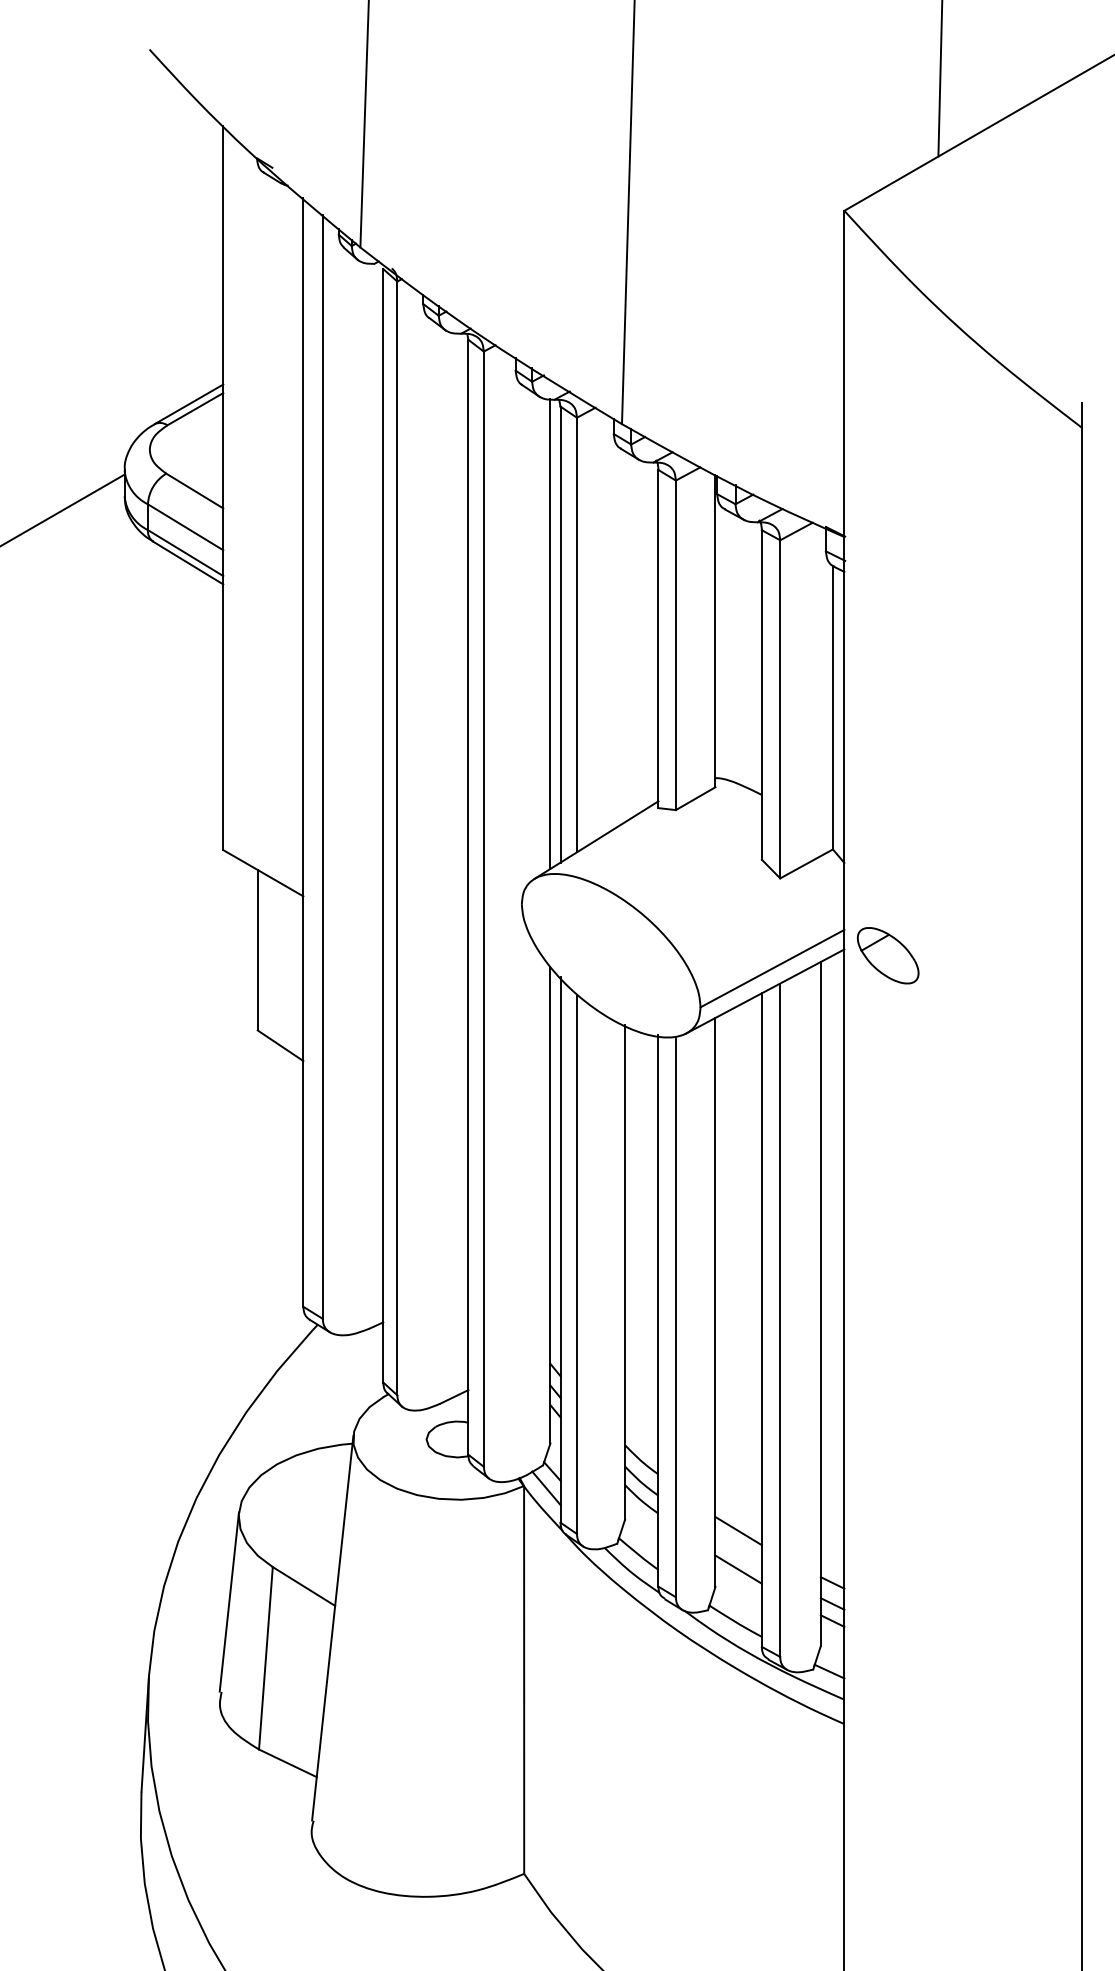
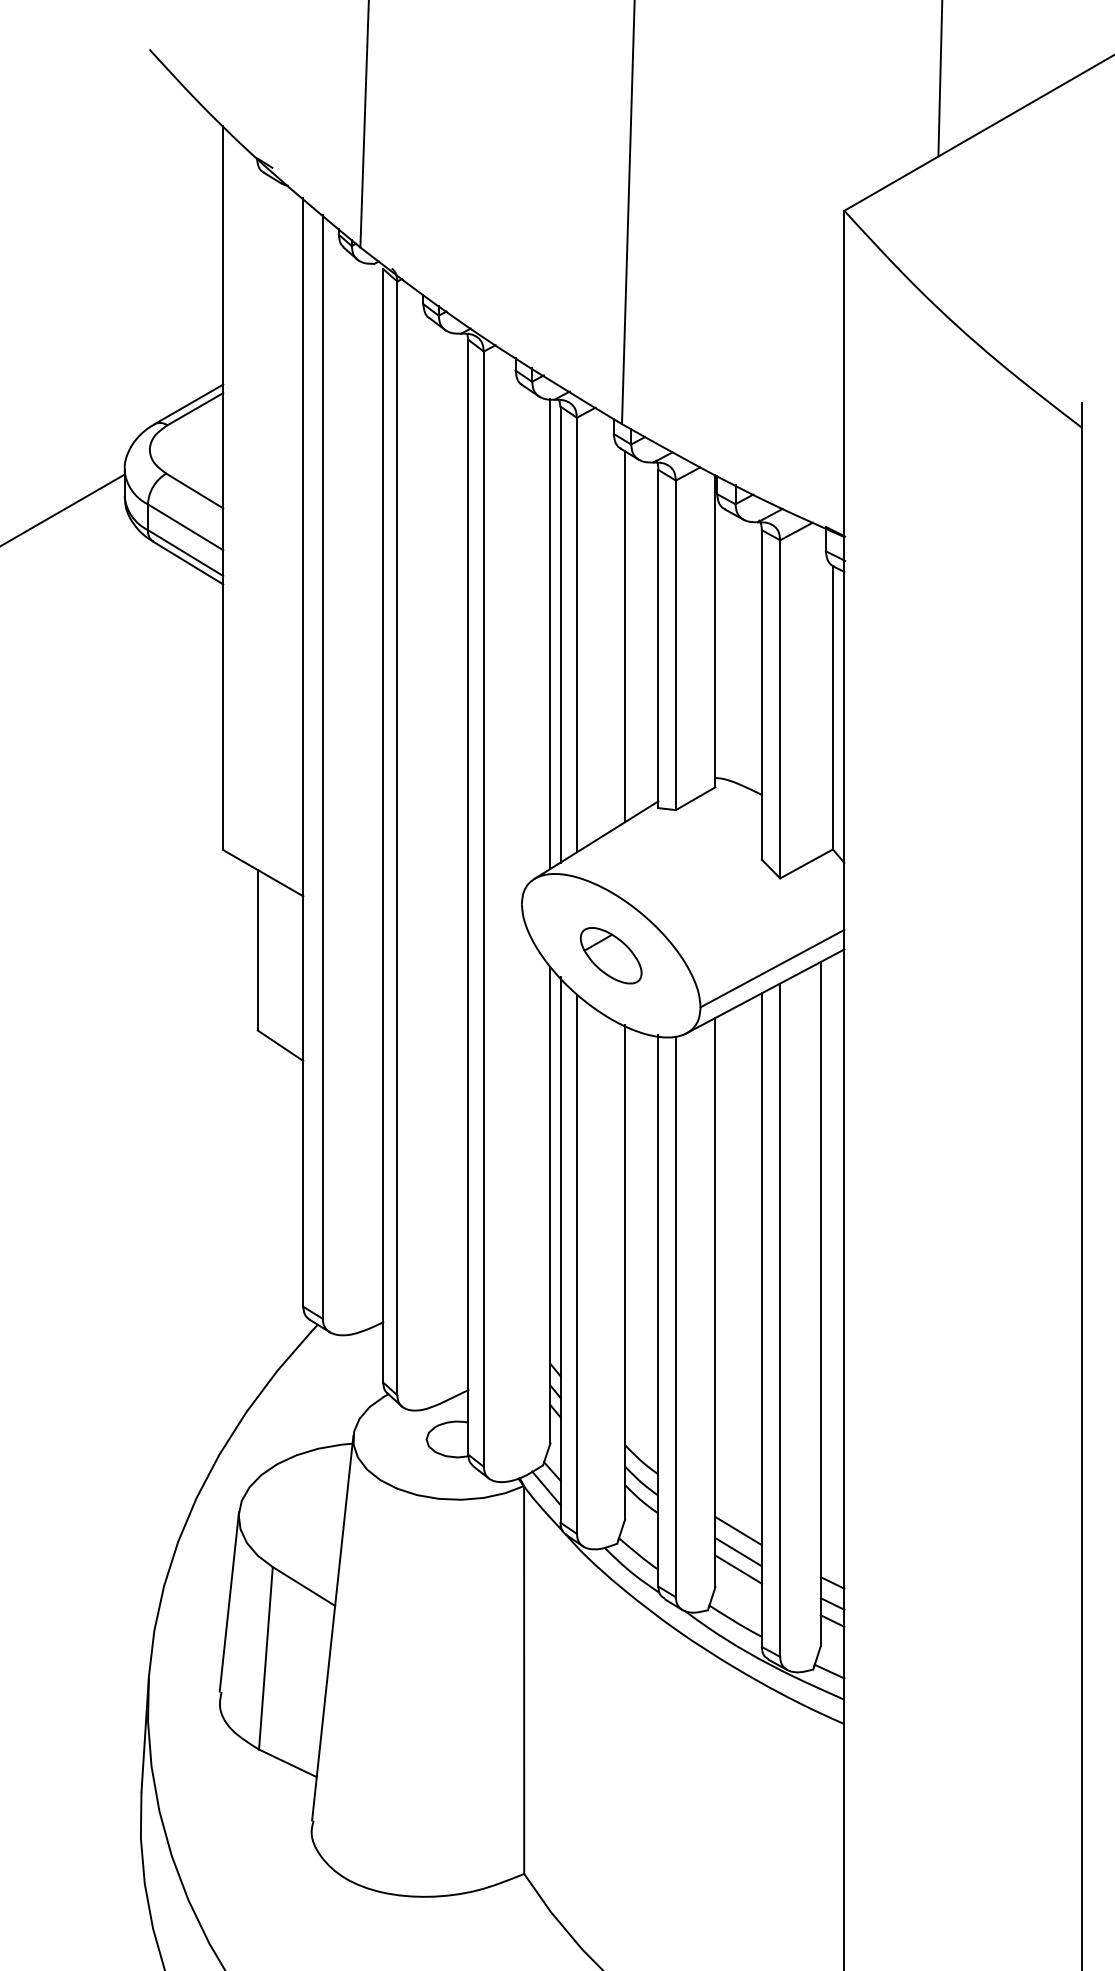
line at (625, 636): none -> present
part at (887, 955) position: (887, 955) -> (610, 955)
line at (738, 1552): none -> present
